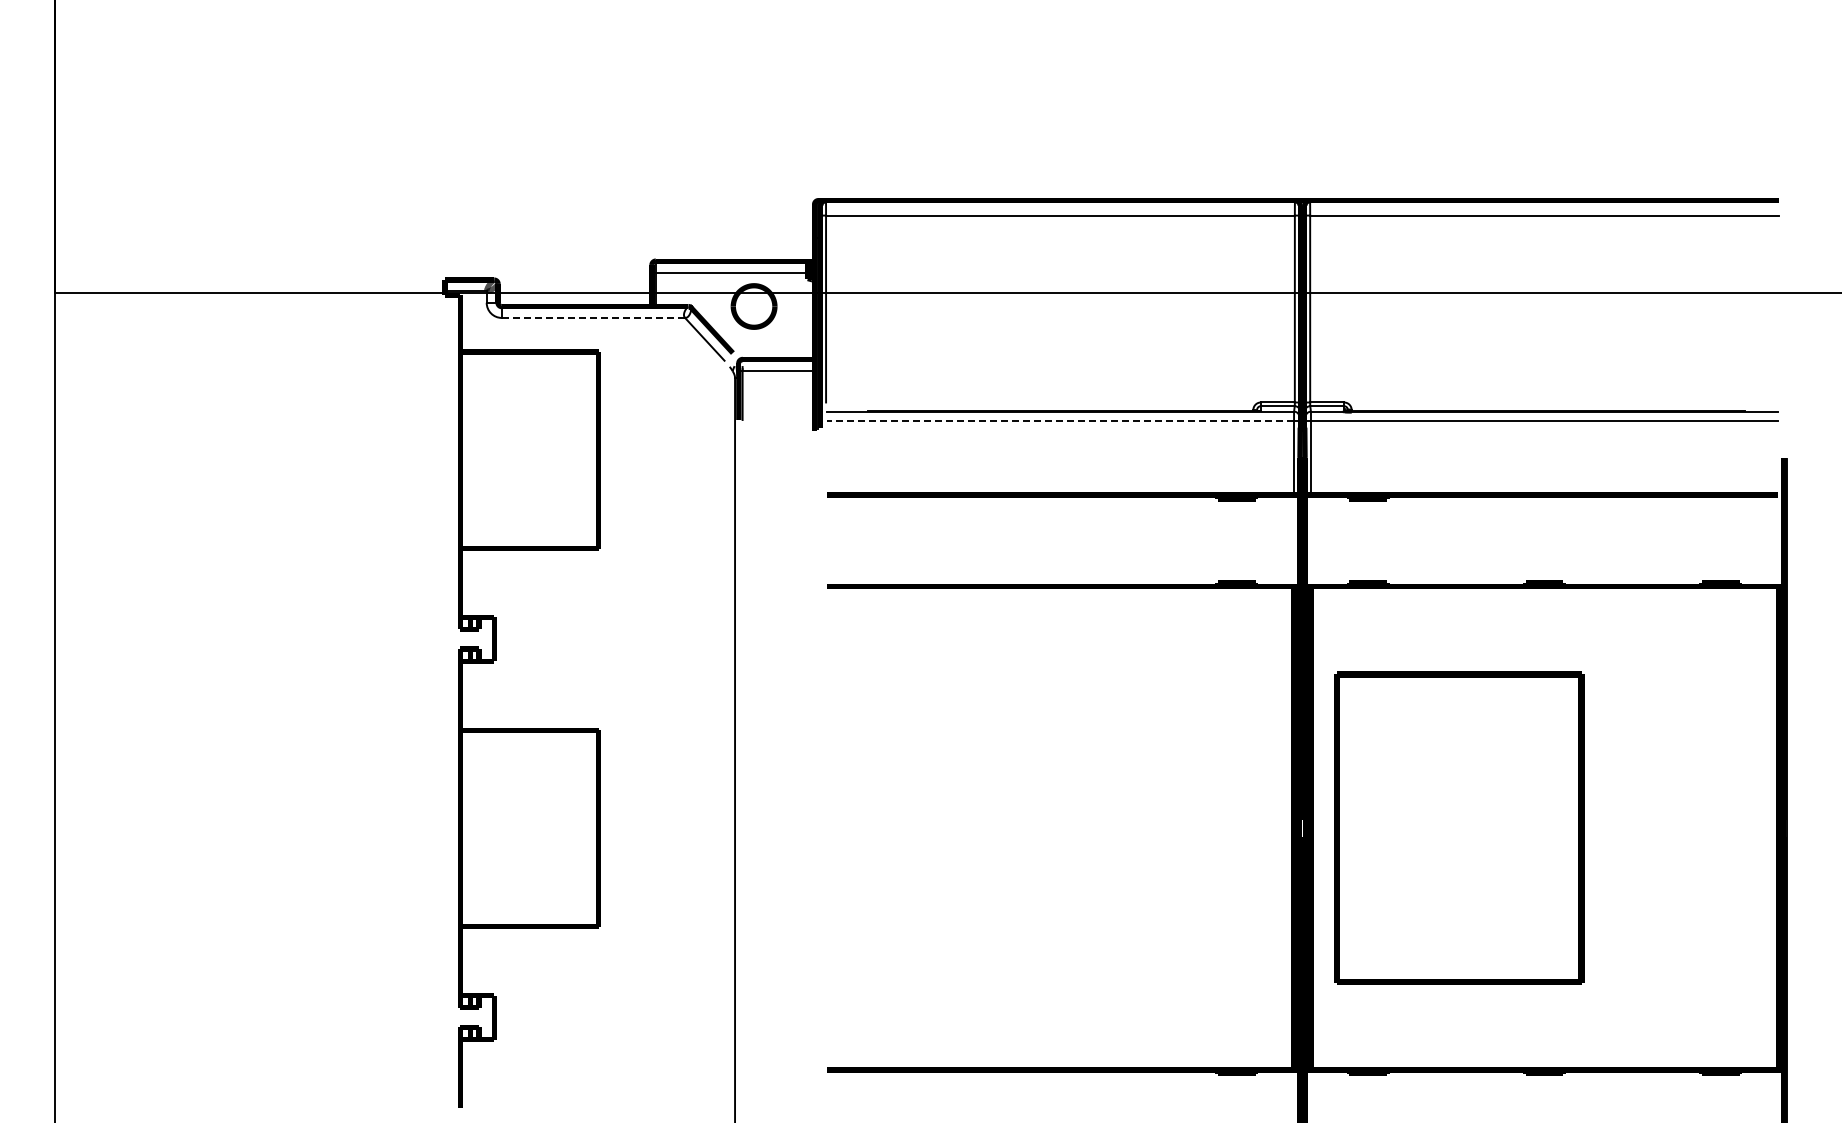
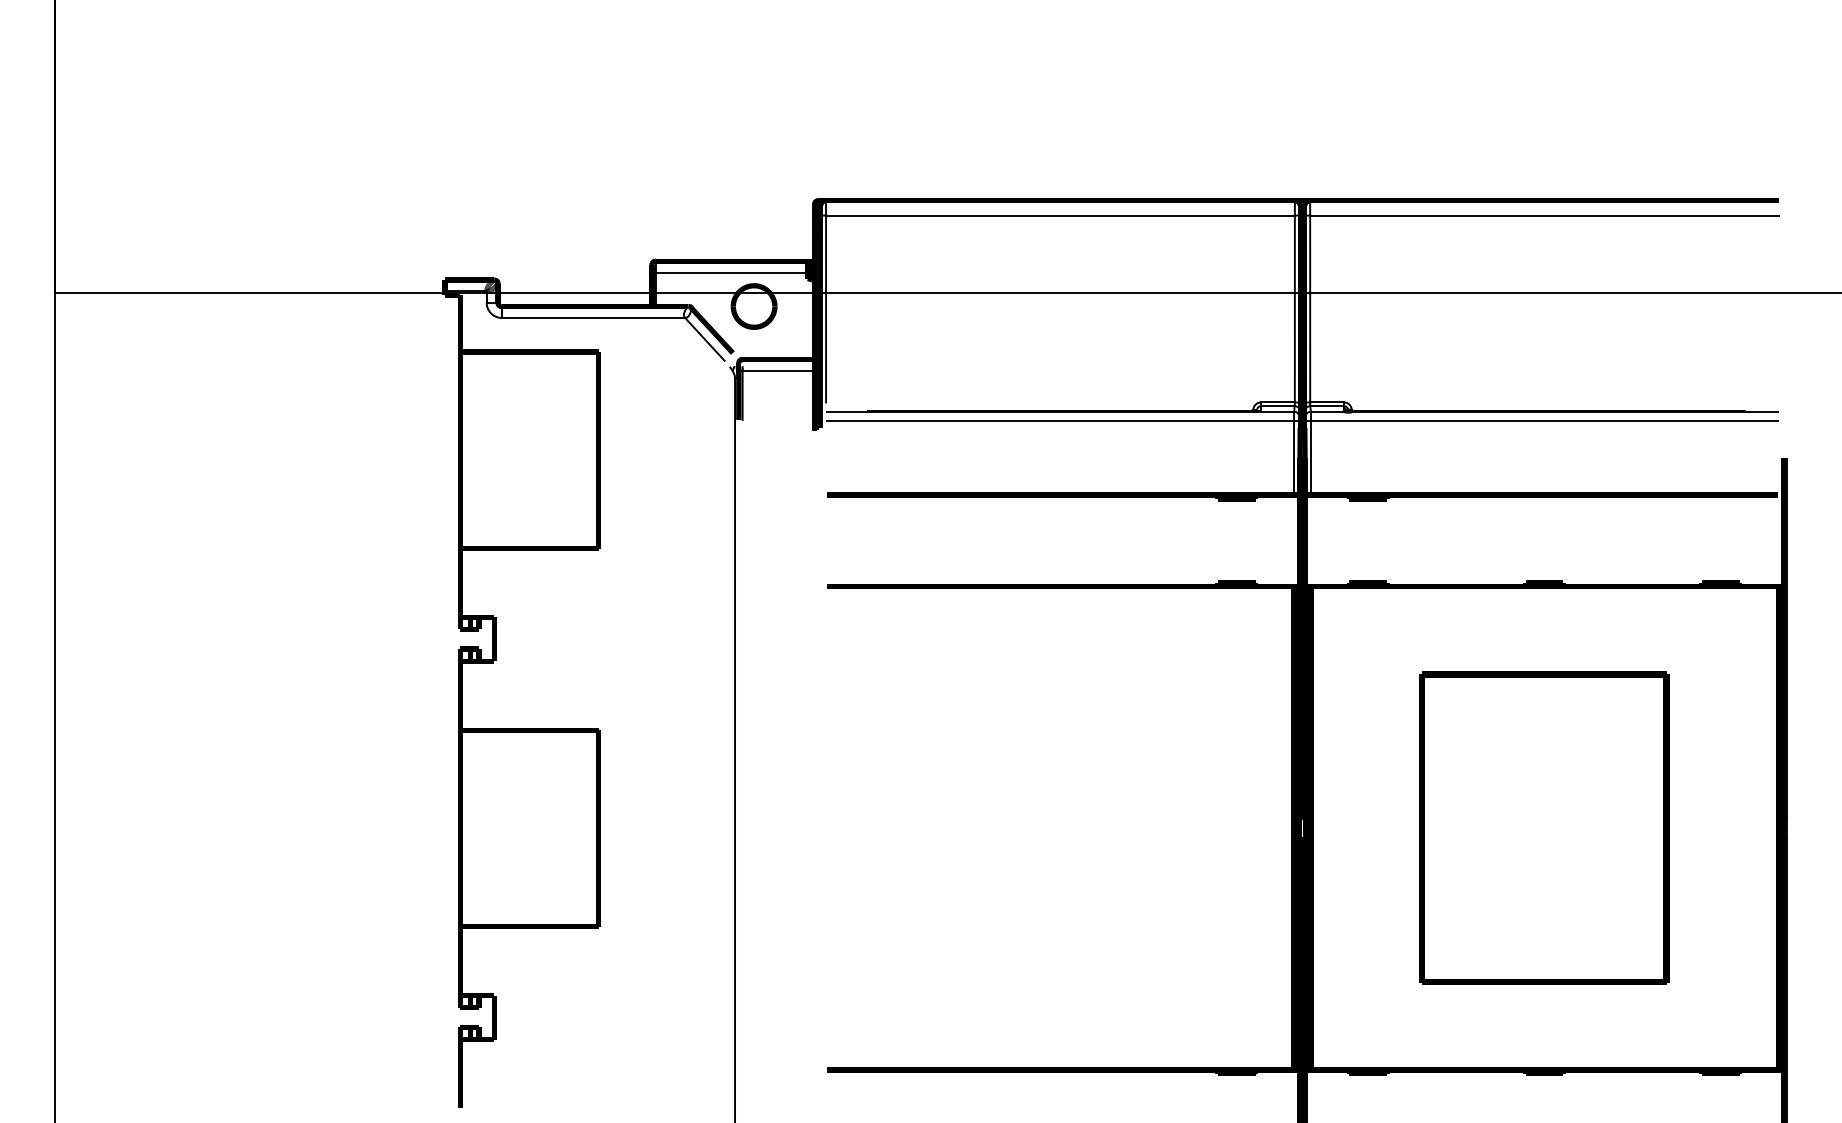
line at (593, 317): dashed -> solid
line at (1060, 421): dashed -> solid
part at (1459, 827) position: (1459, 827) -> (1544, 827)
